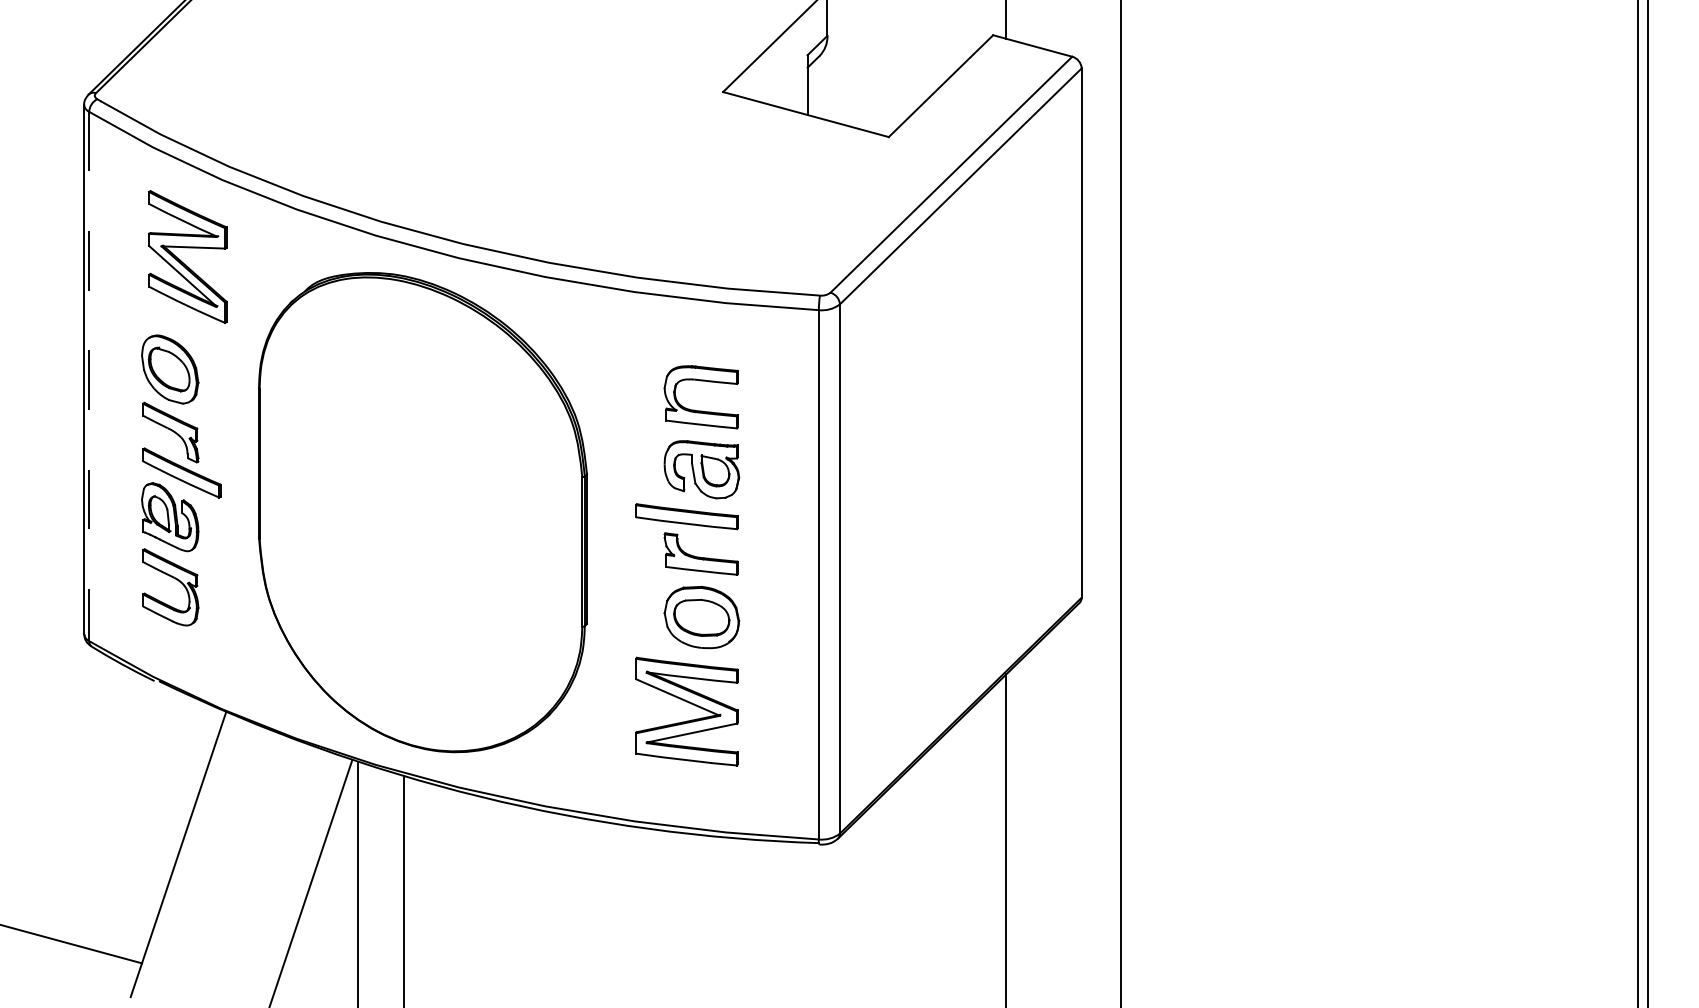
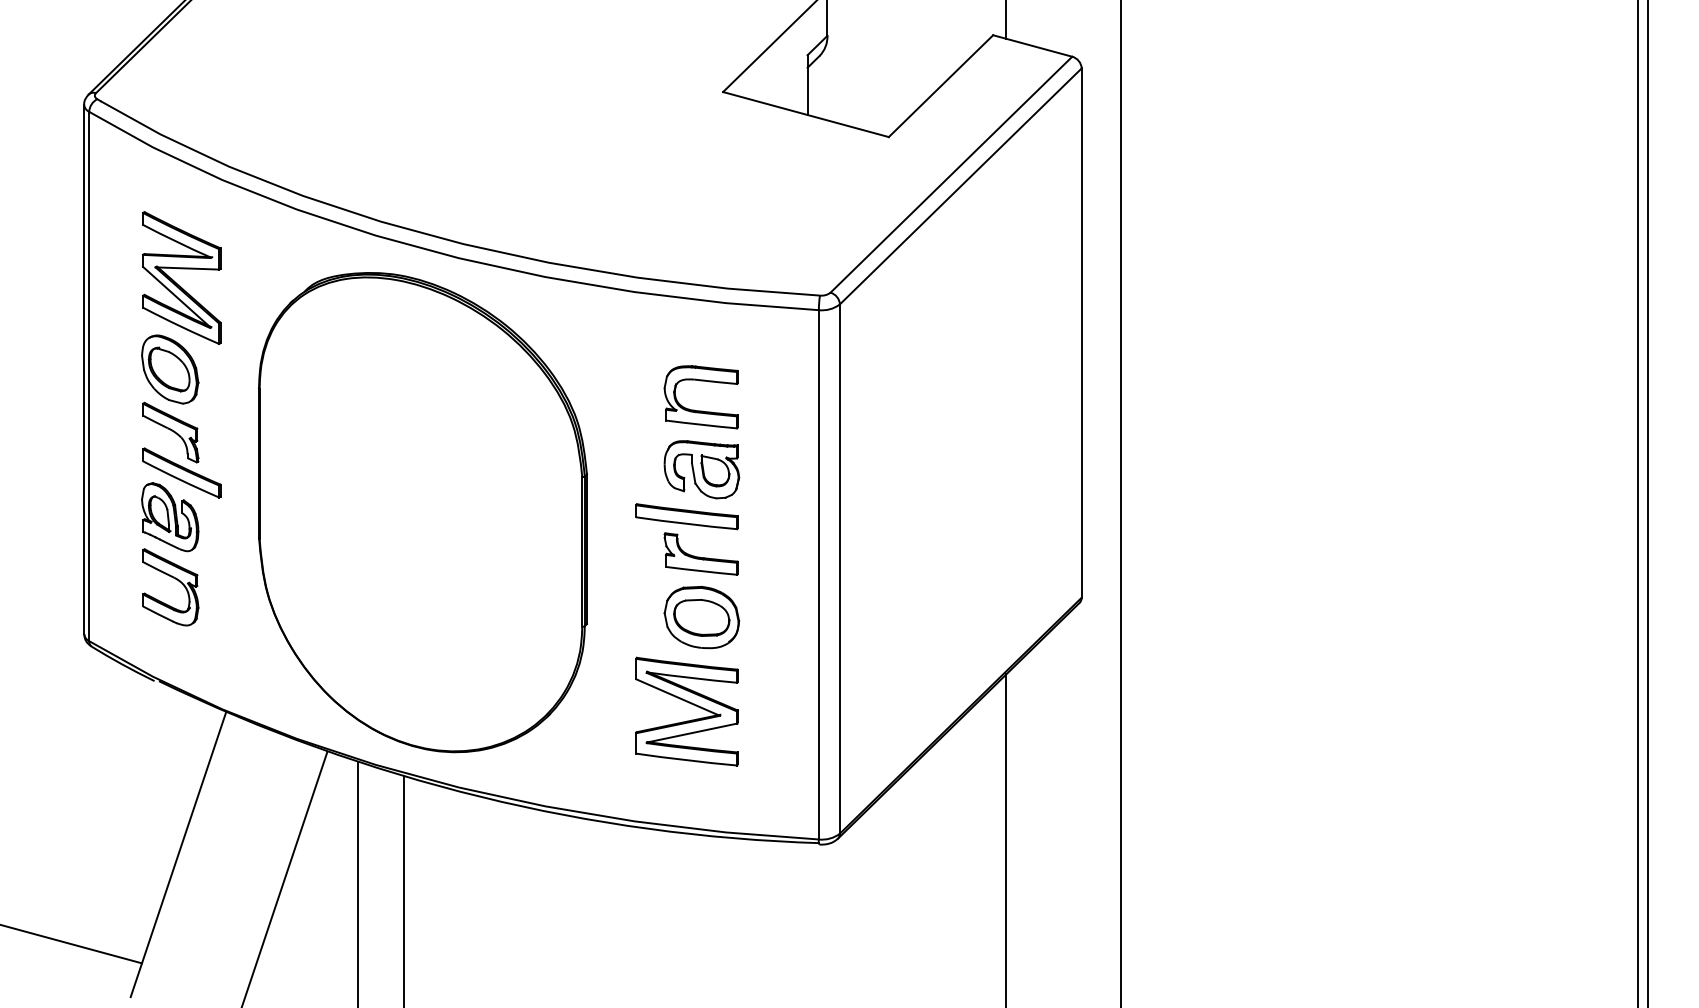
part at (182, 261) position: (182, 261) -> (176, 282)
line at (89, 376): dashed -> solid
line at (311, 882) position: (311, 882) -> (284, 878)
